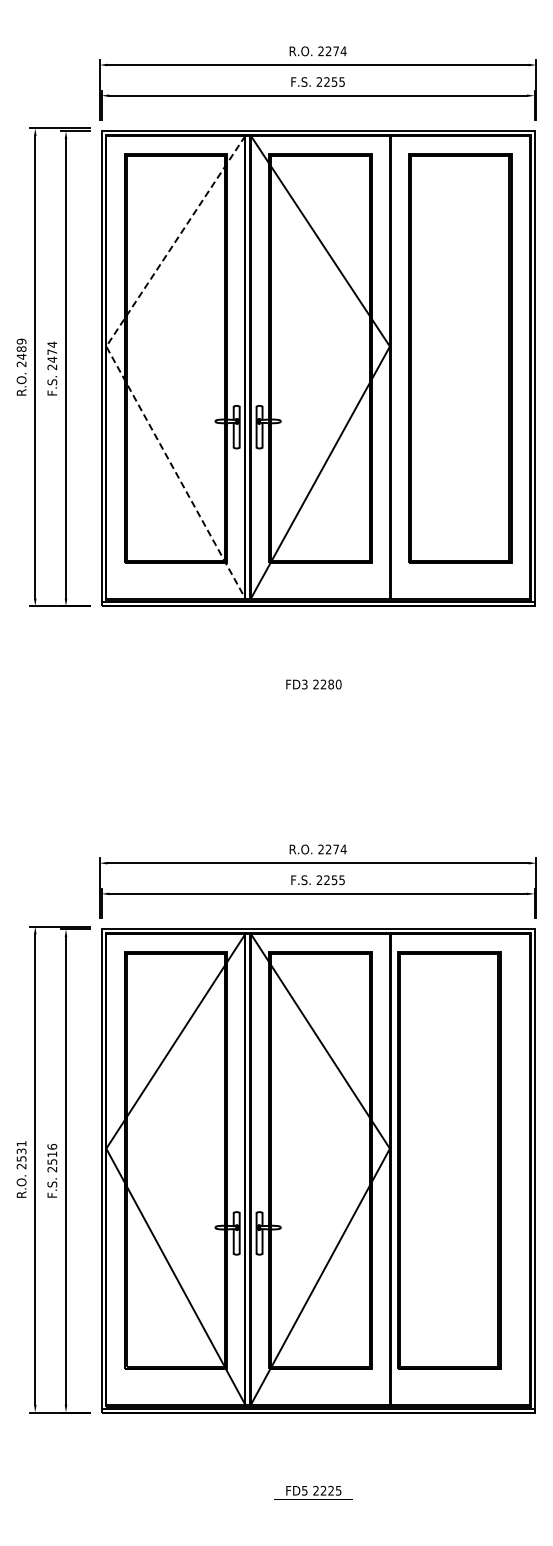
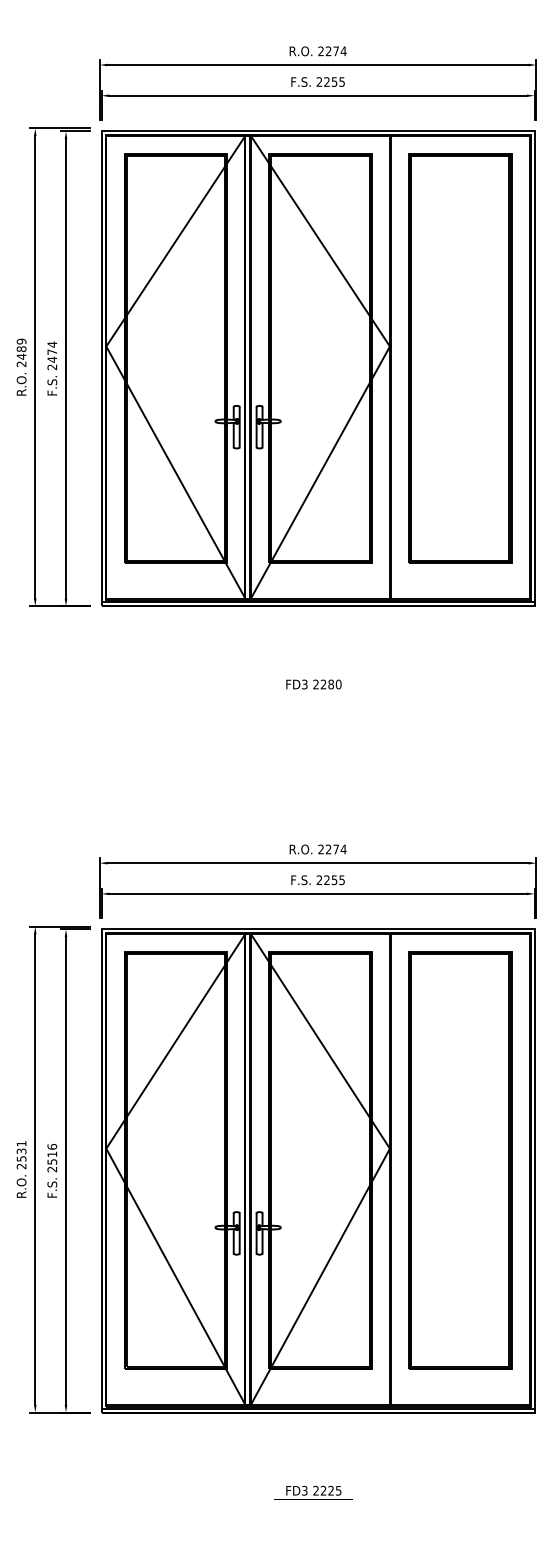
line at (114, 361): dashed -> solid
part at (449, 1160) position: (449, 1160) -> (460, 1160)
text at (304, 1489): FD5 -> FD3
